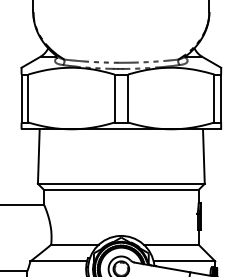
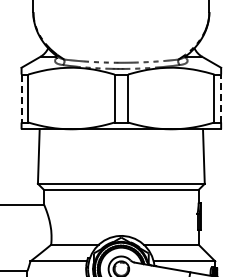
line at (221, 98): solid -> dashed
line at (21, 99): solid -> dashed
